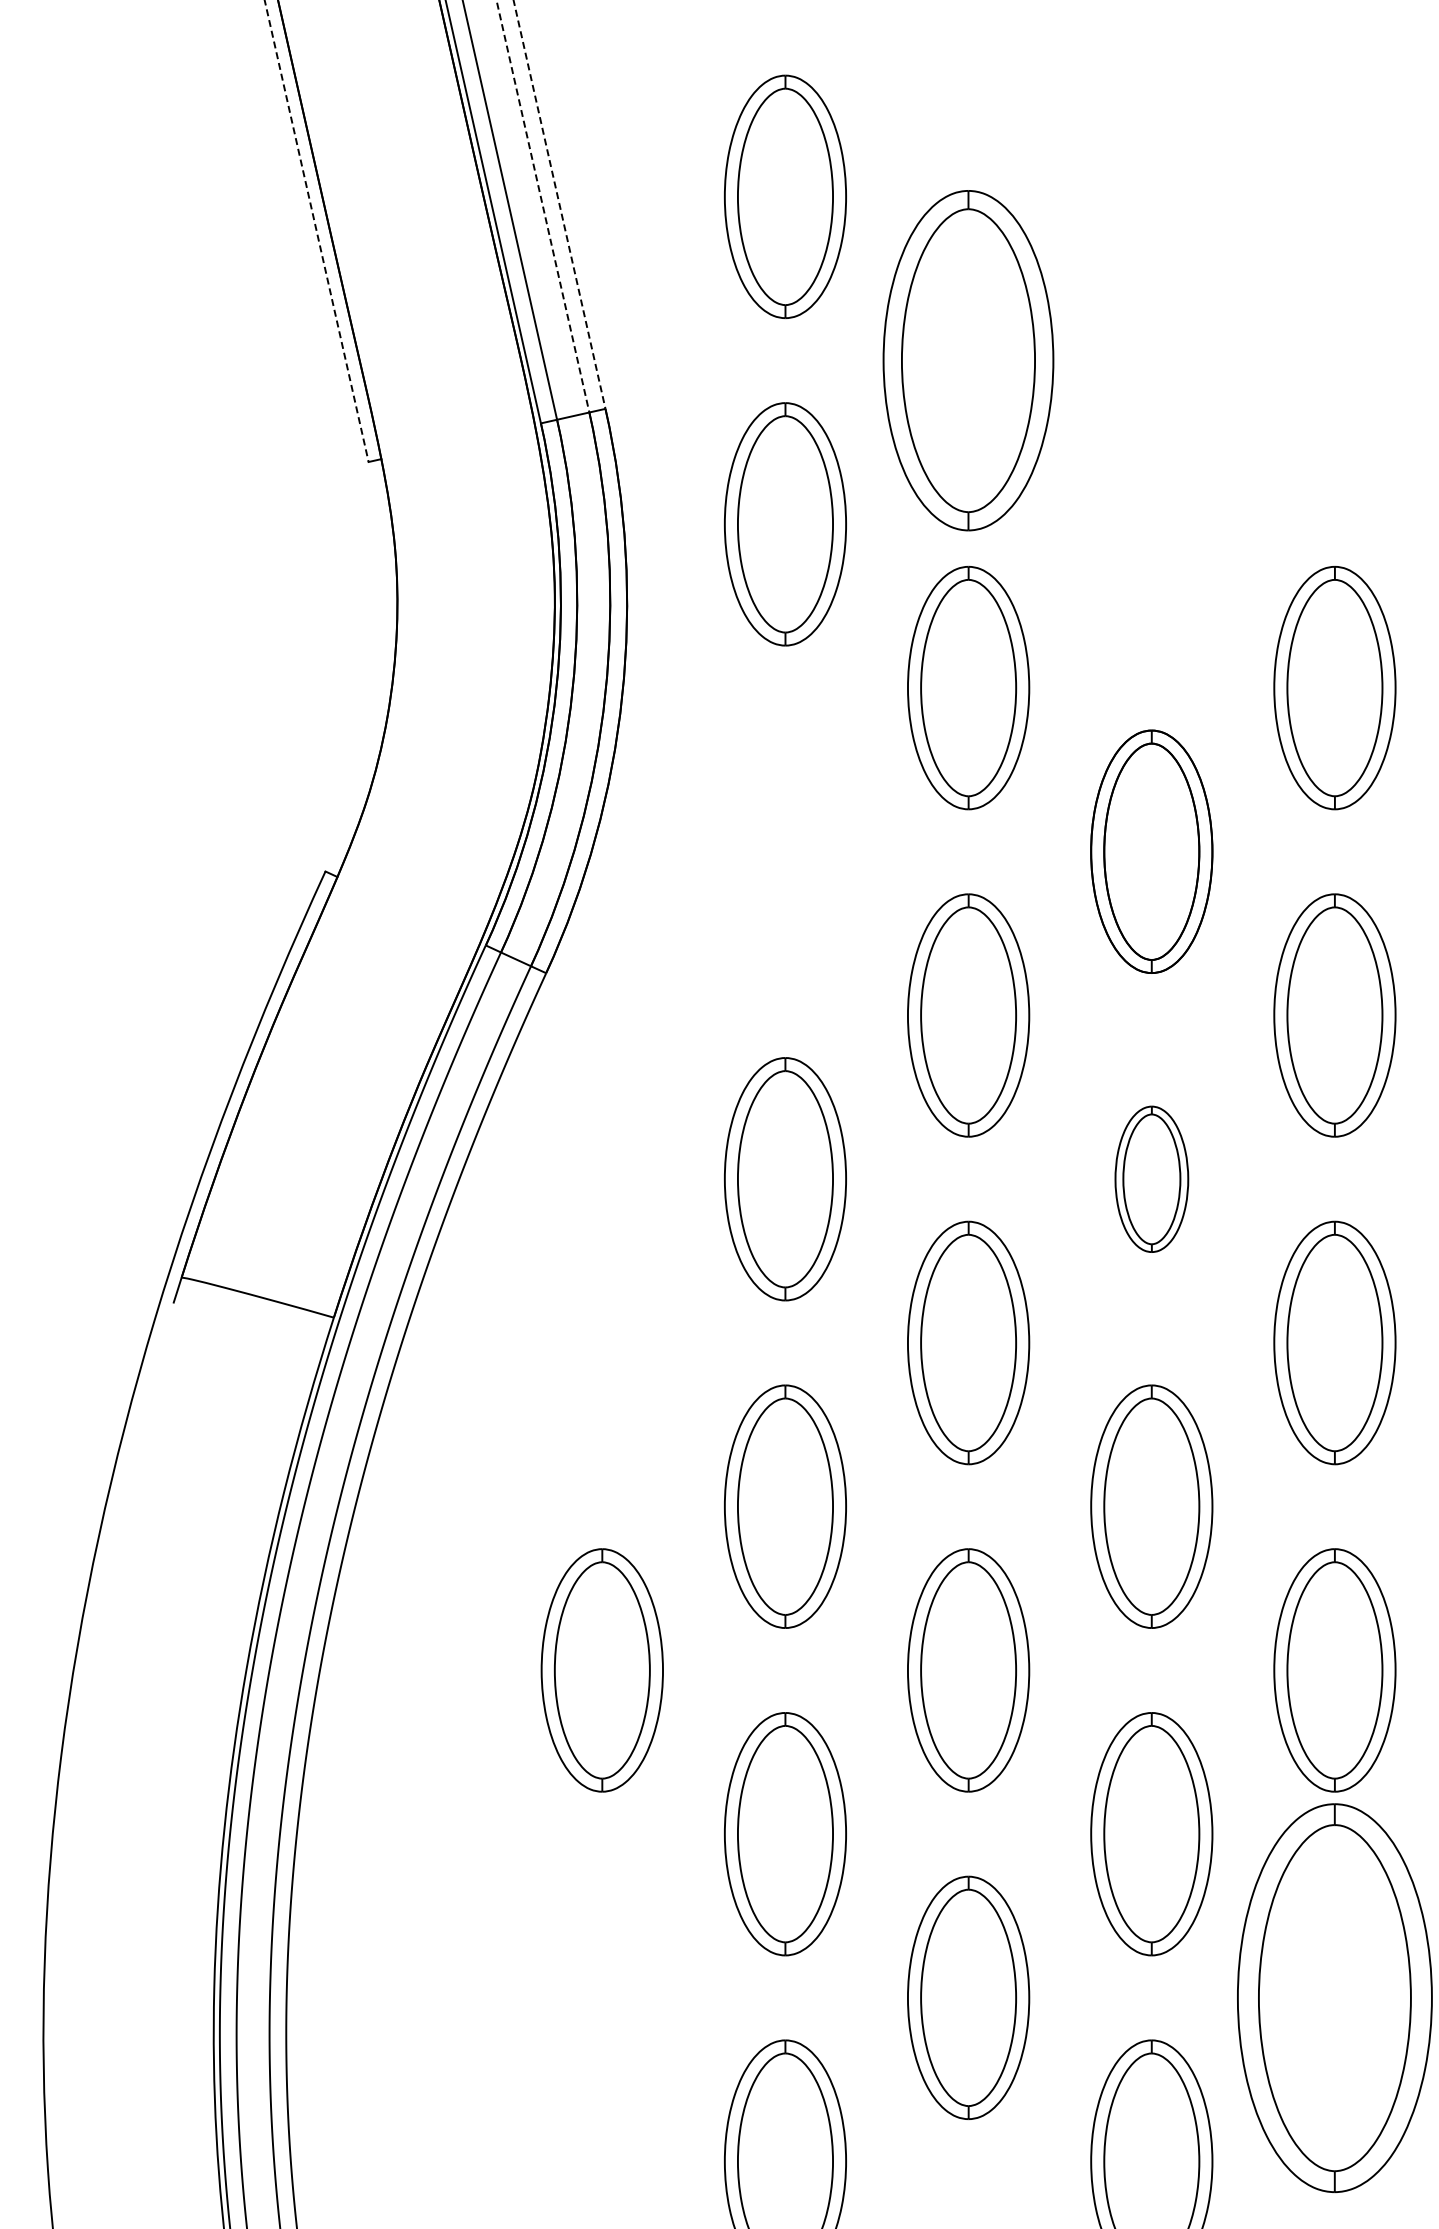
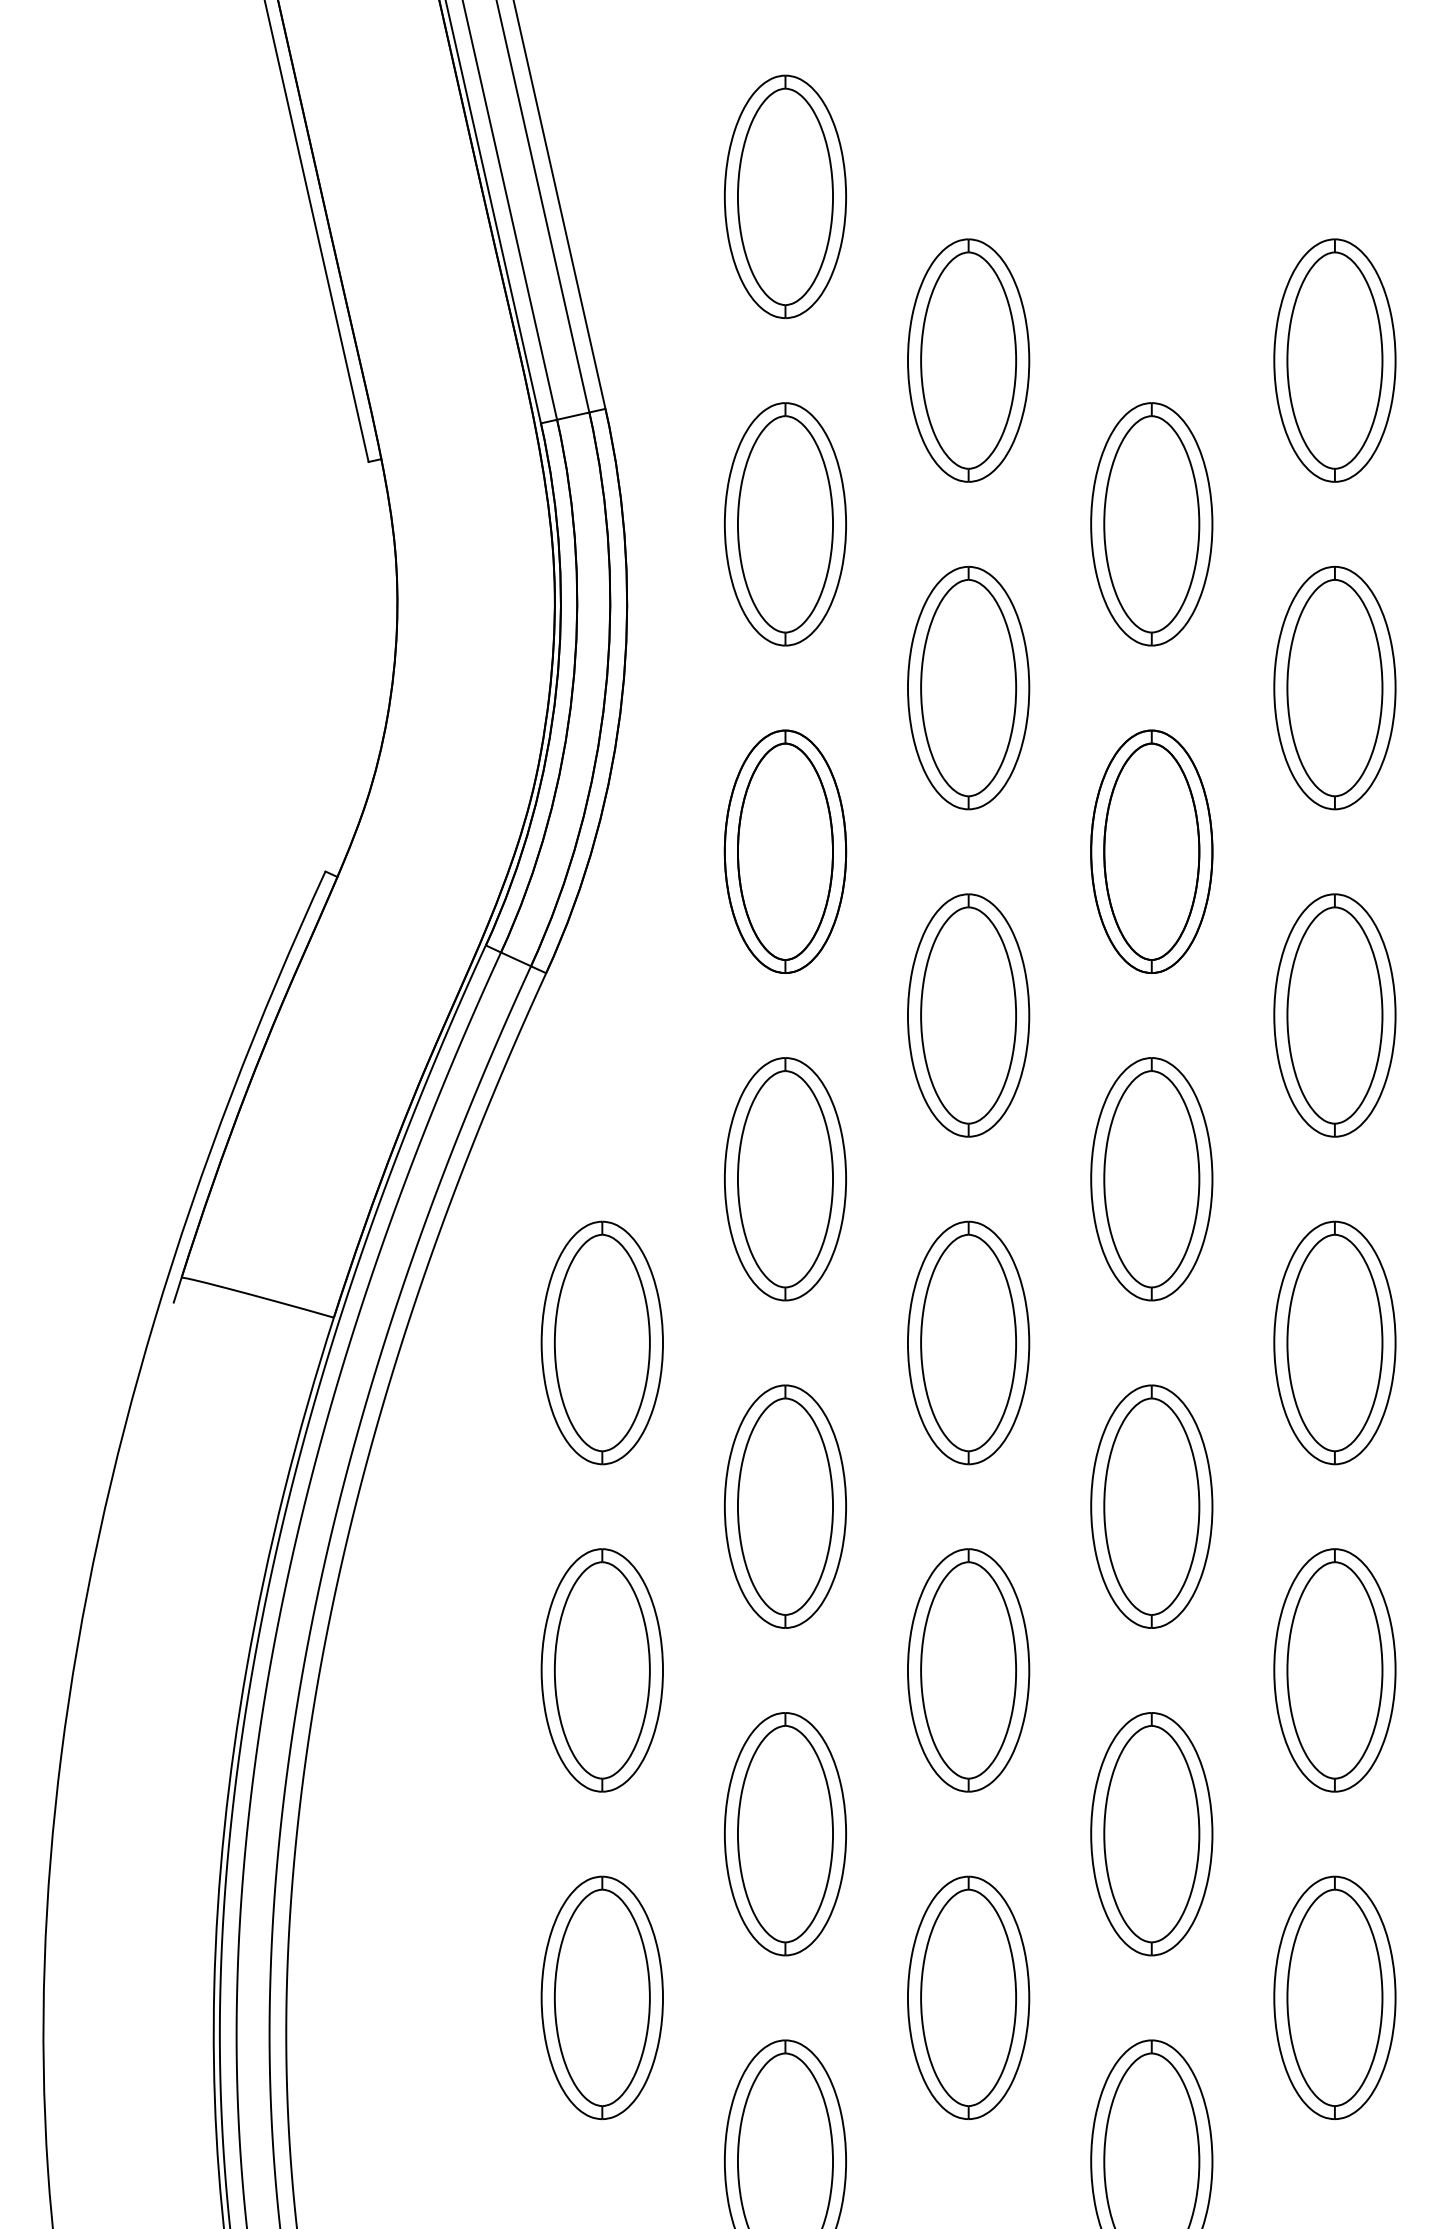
line at (559, 205): dashed -> solid
line at (543, 206): dashed -> solid
line at (316, 231): dashed -> solid
part at (968, 360) size: 173x342 px -> 124x245 px
part at (1334, 360): none -> present
part at (1151, 524): none -> present
part at (785, 851): none -> present
part at (1151, 1178) size: 76x148 px -> 124x245 px
part at (601, 1342): none -> present
part at (601, 1997): none -> present
part at (1334, 1997) size: 196x390 px -> 124x245 px
